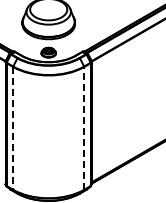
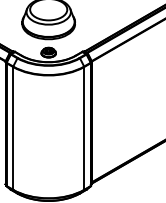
line at (84, 127): dashed -> solid
line at (13, 128): dashed -> solid
